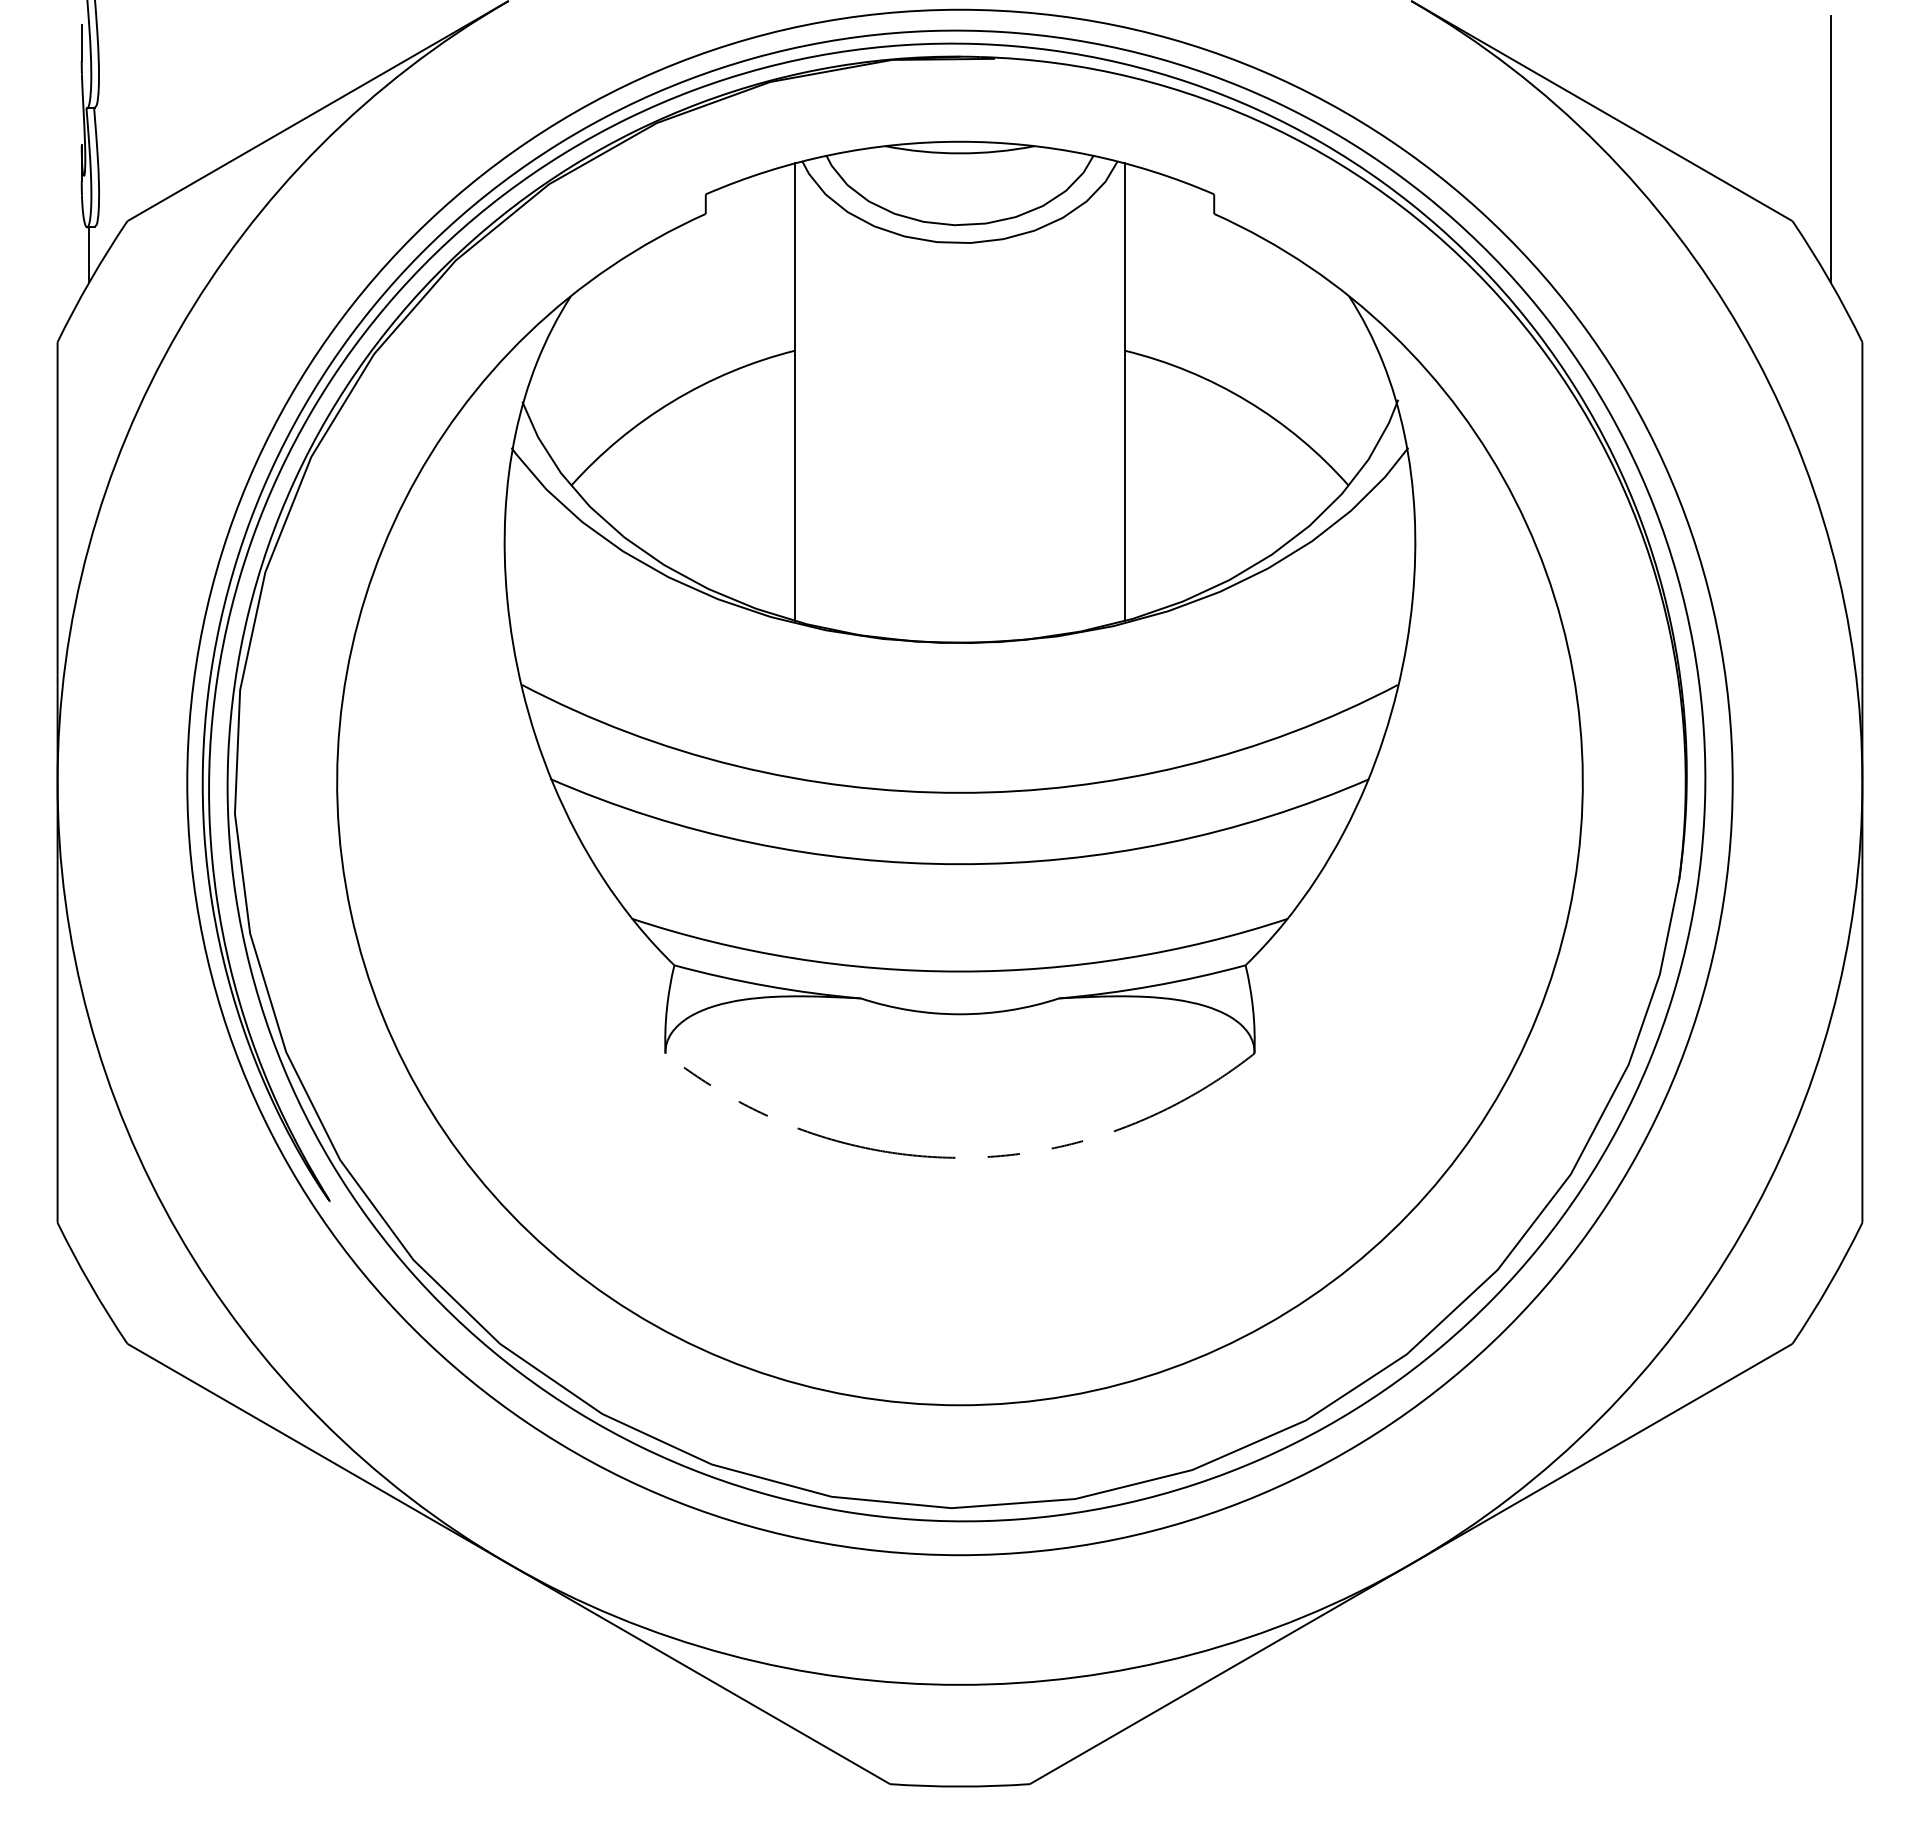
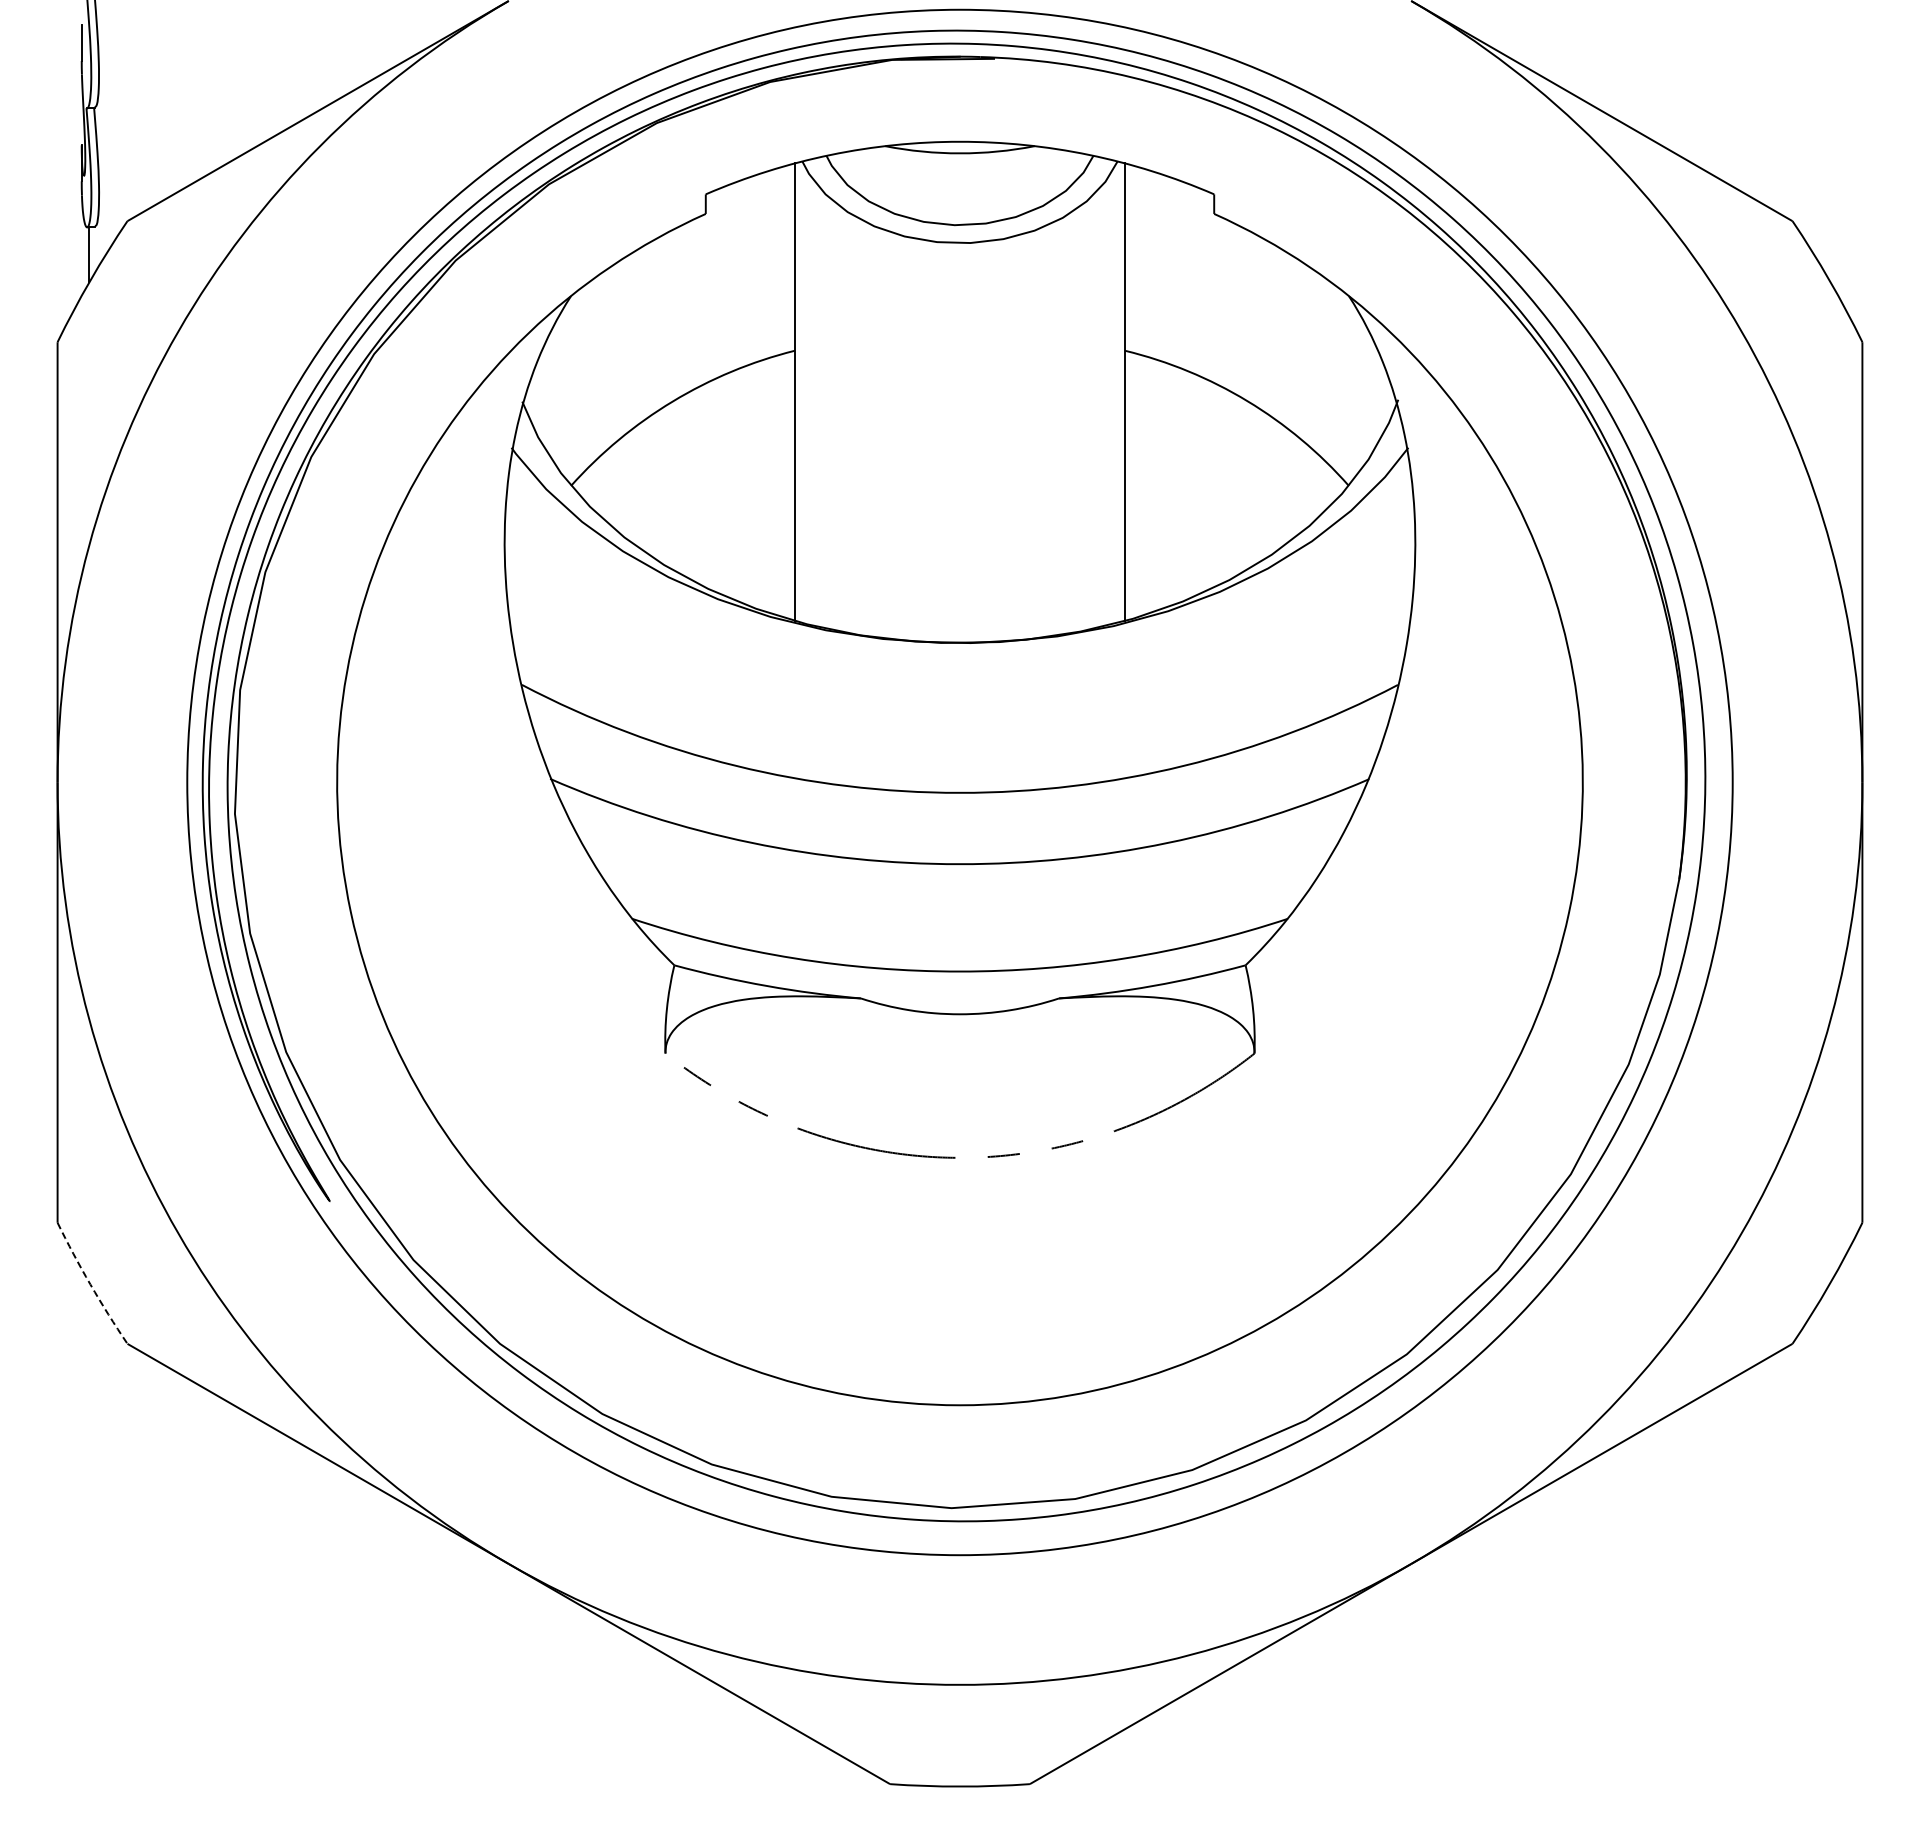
line at (1830, 148): present -> none
arc at (90, 1284): solid -> dashed
